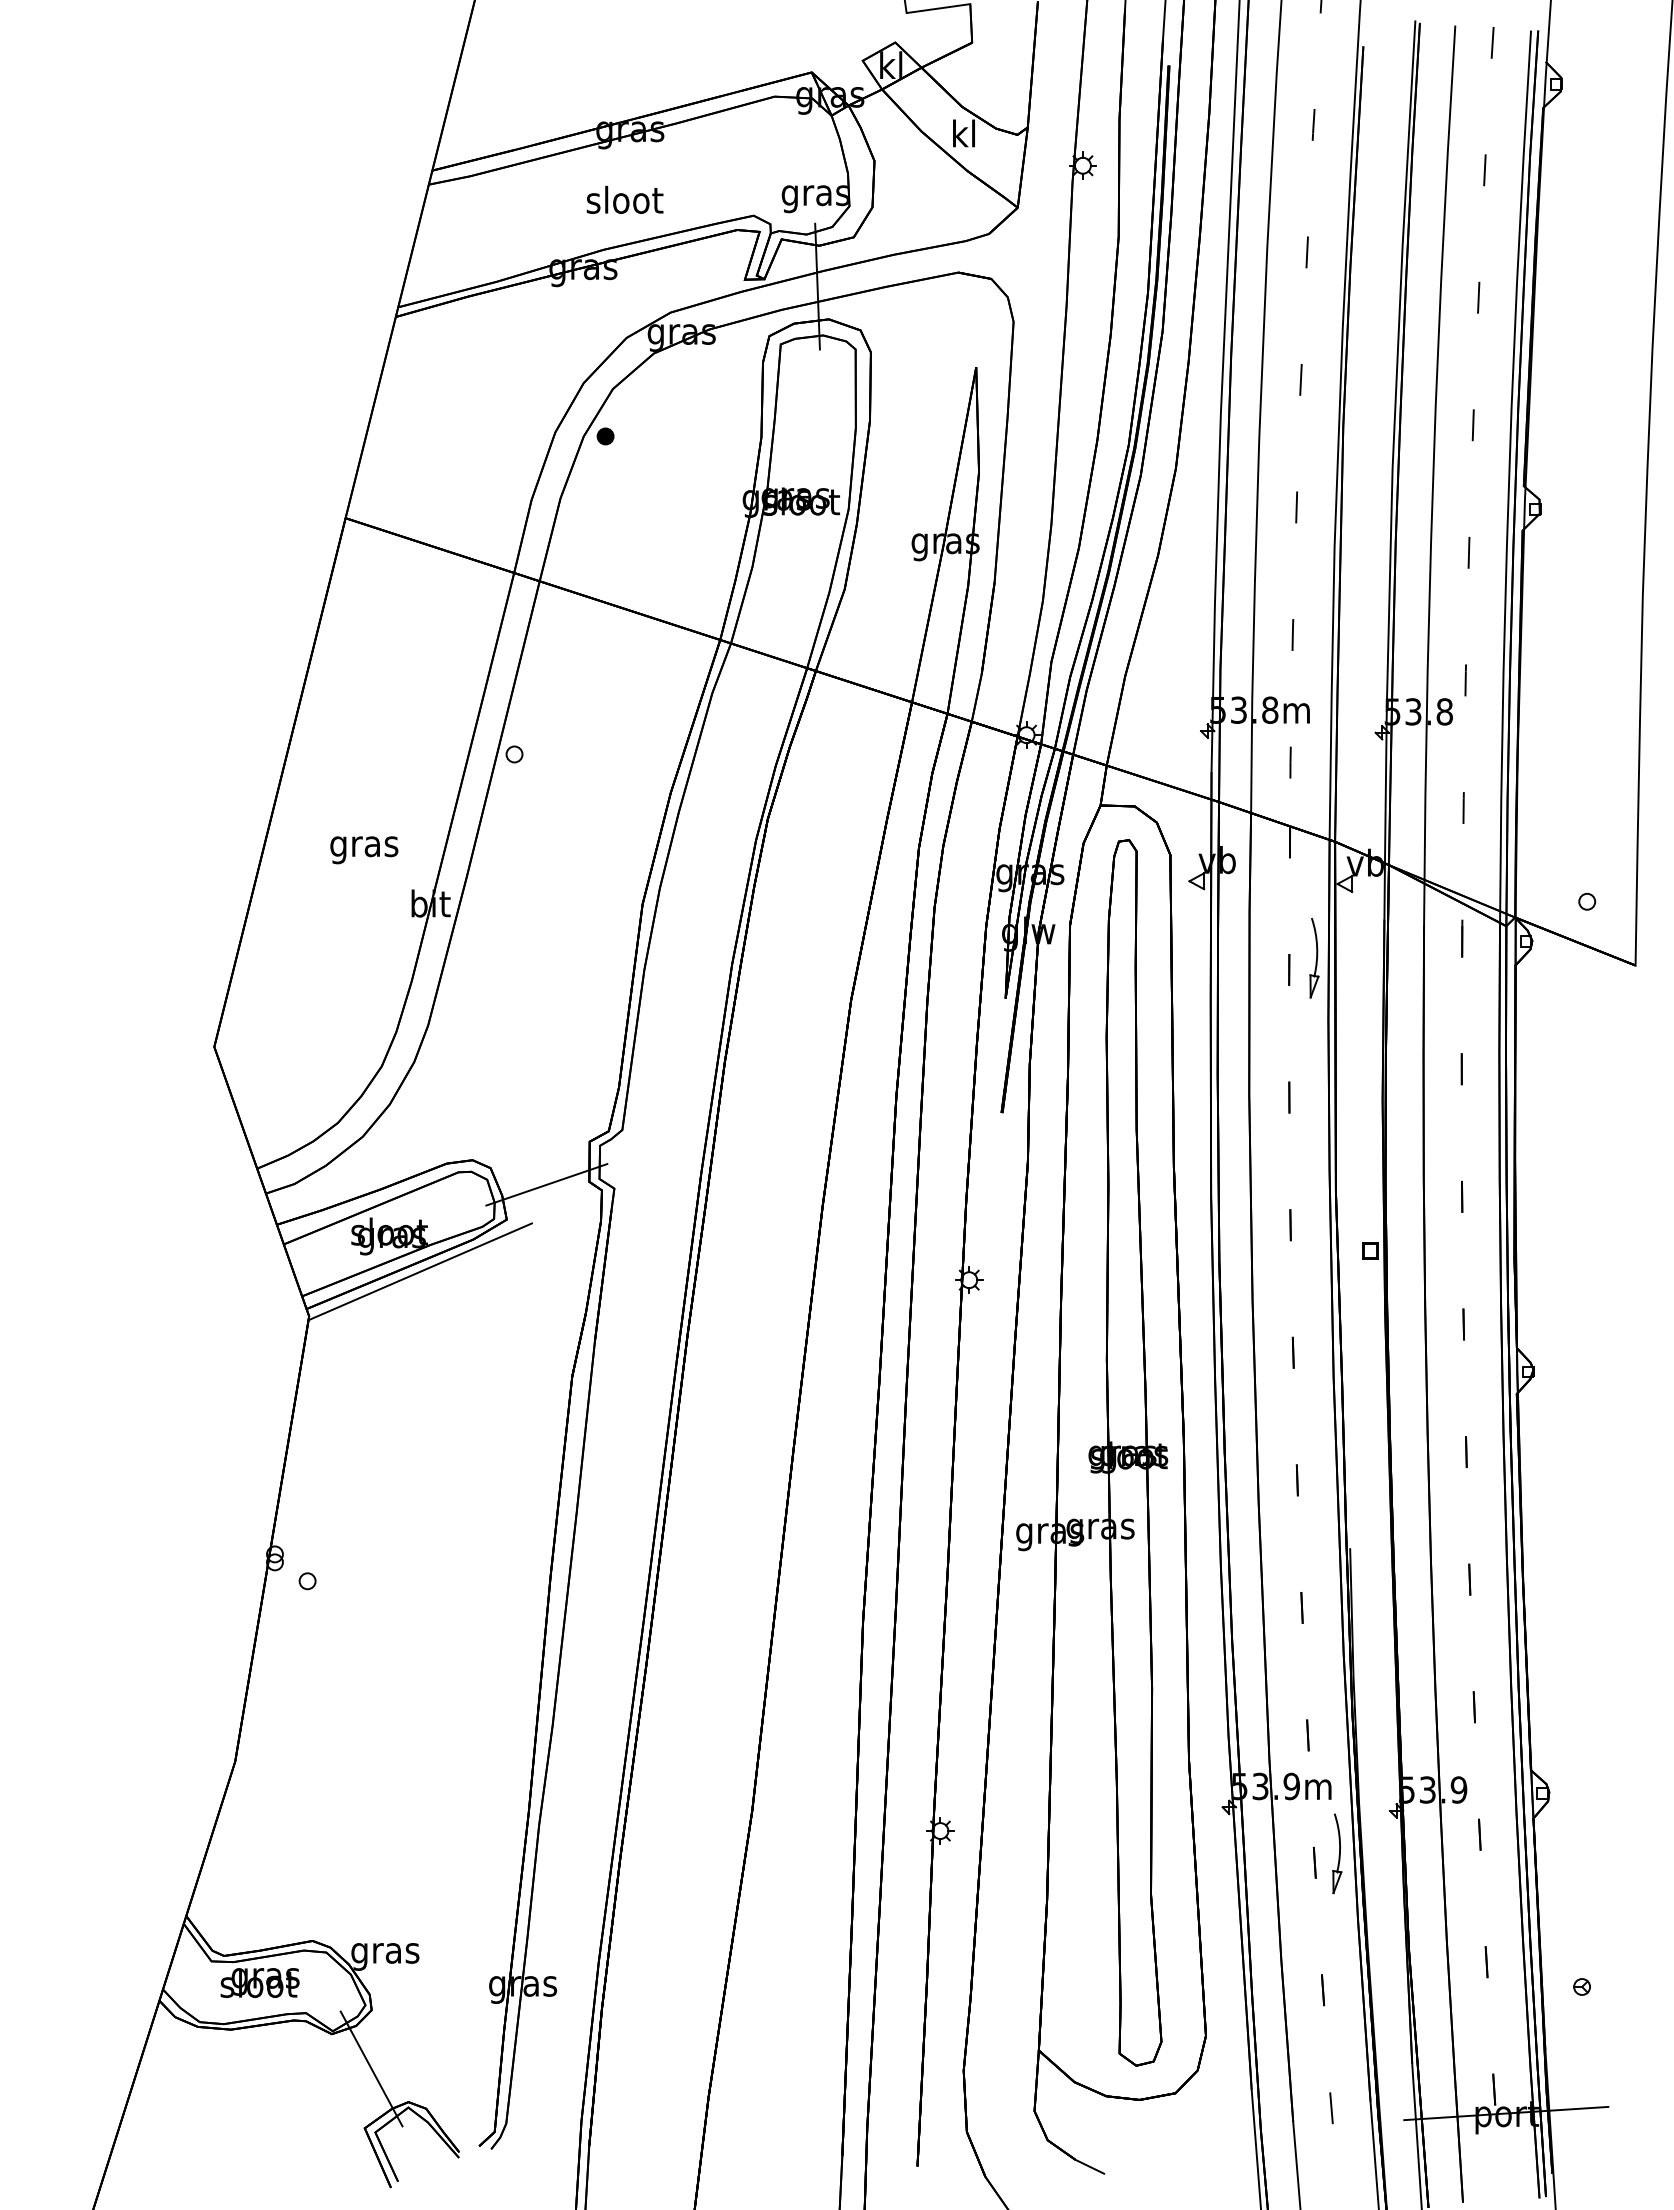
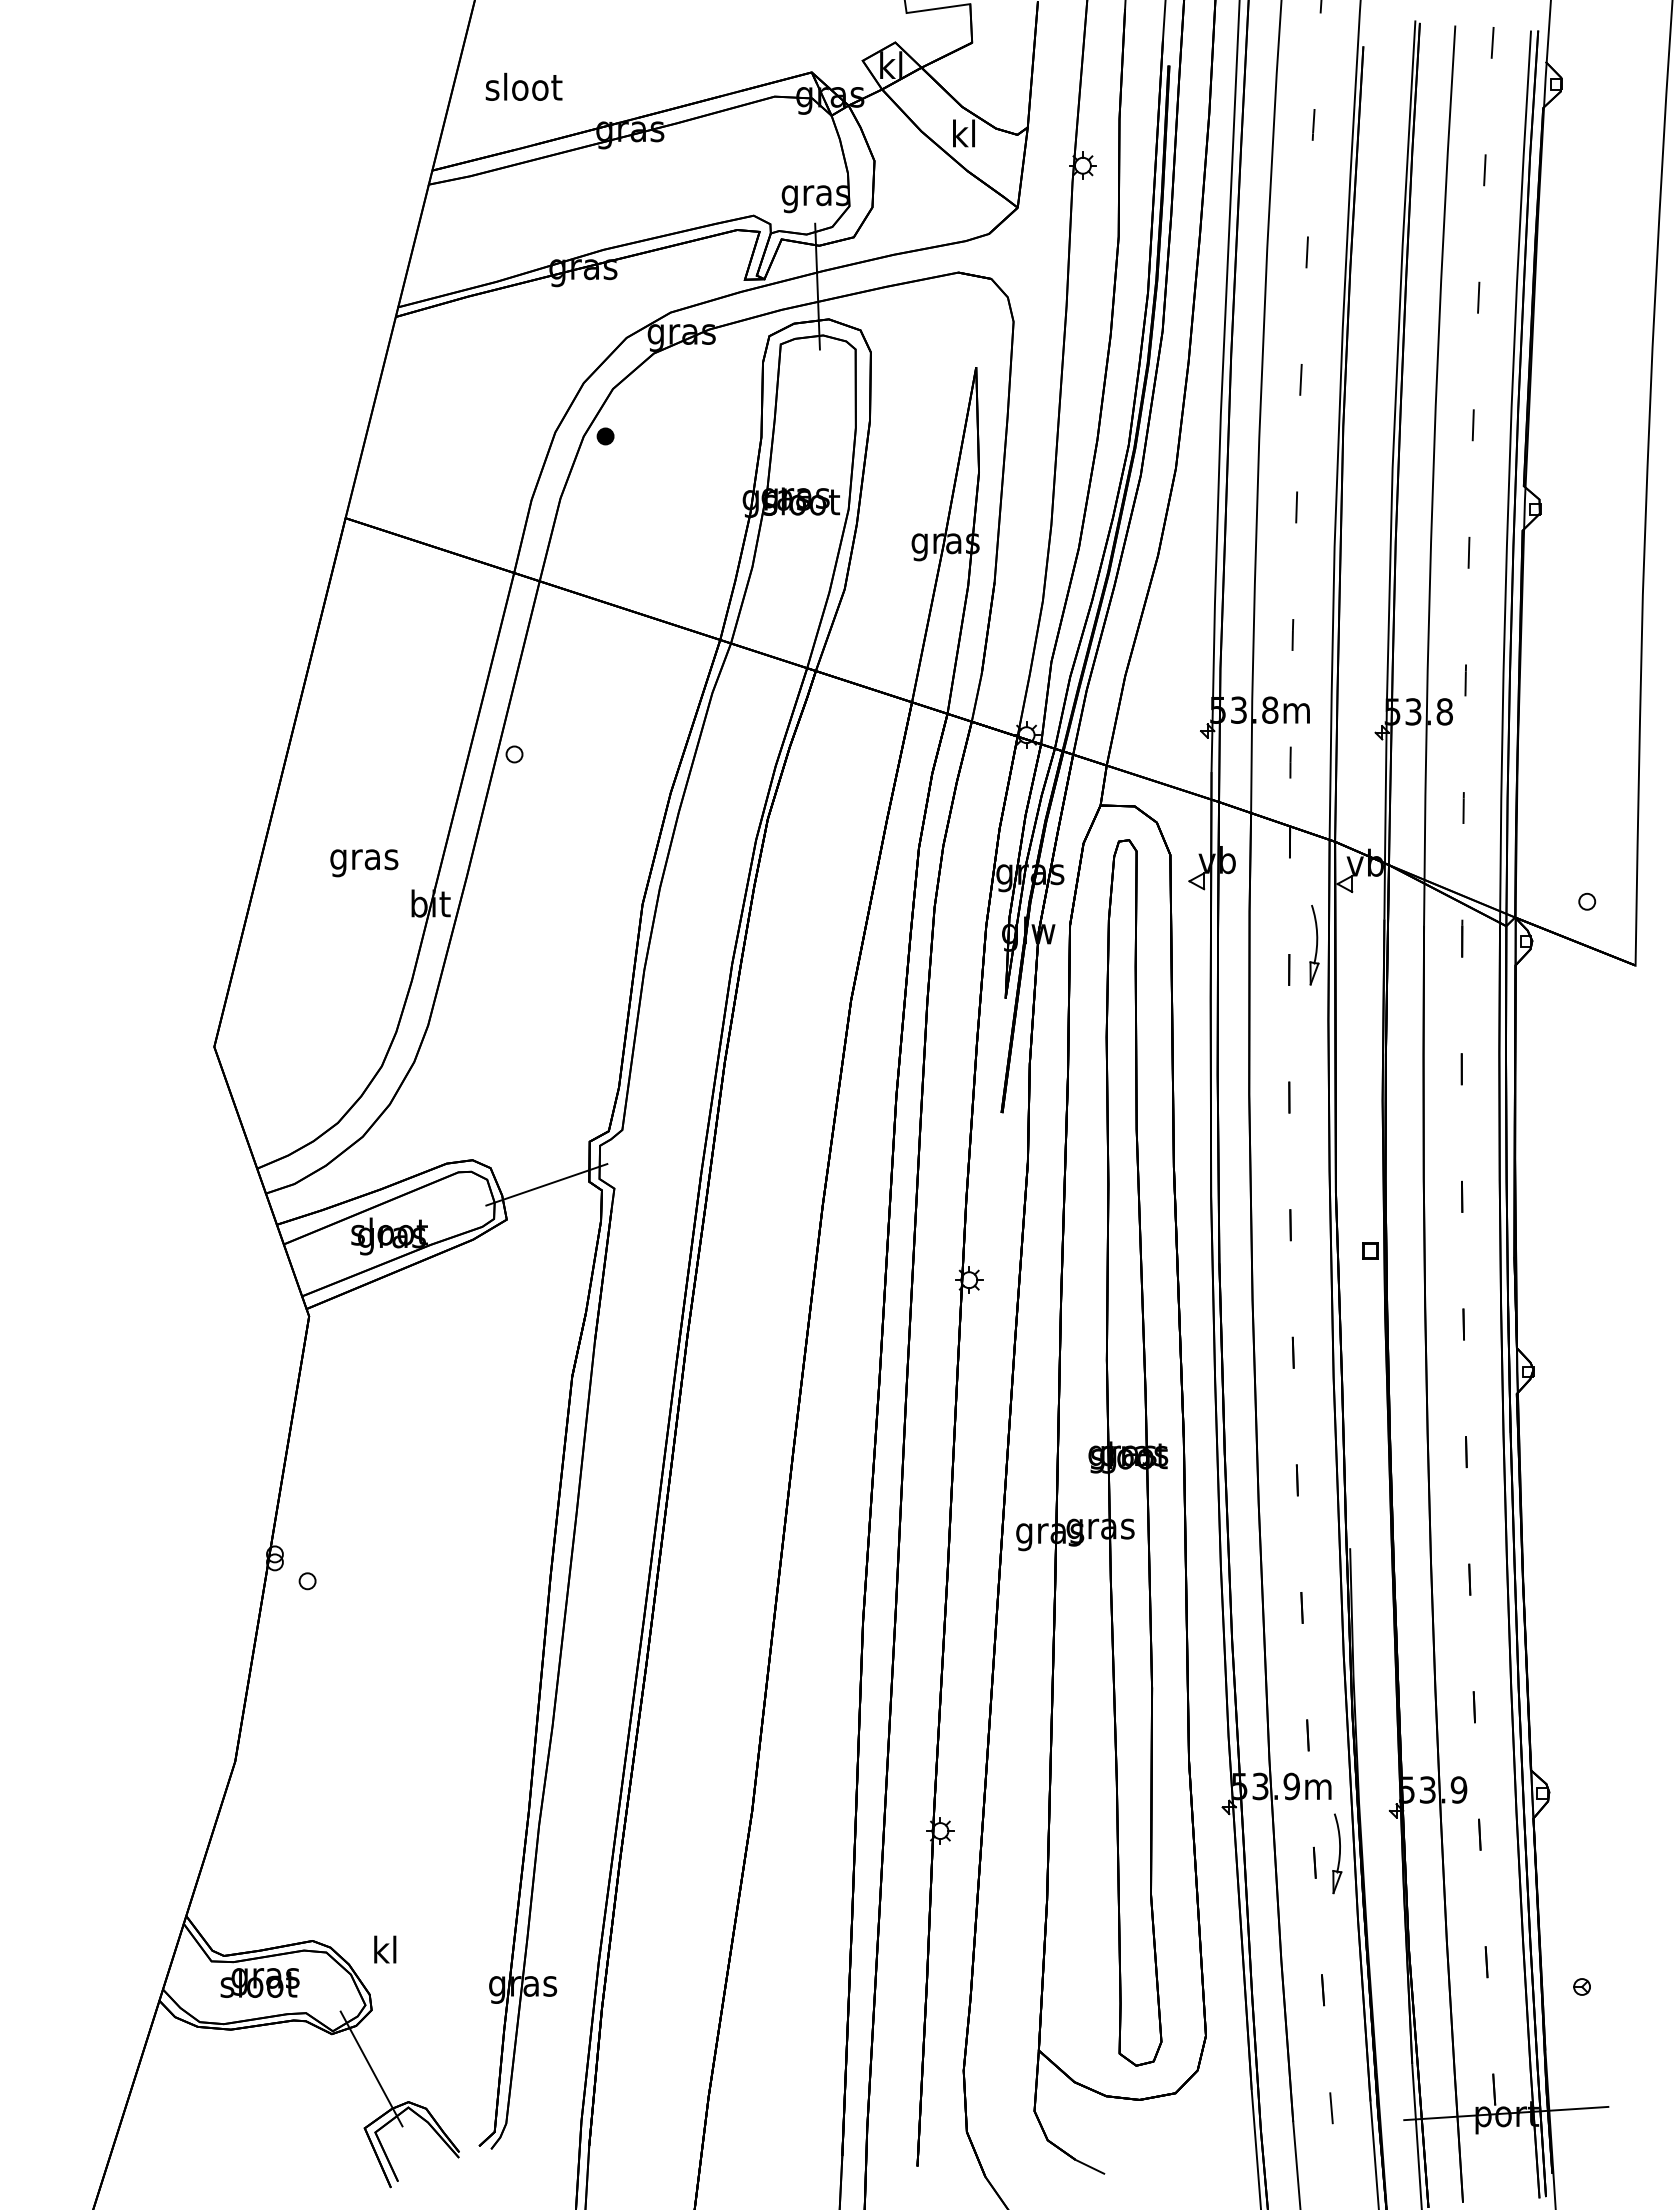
text at (624, 199) position: (624, 199) -> (523, 86)
text at (364, 850) position: (364, 850) -> (364, 863)
part at (1314, 958) position: (1314, 958) -> (1314, 945)
line at (419, 1271): present -> none
text at (385, 1952): gras -> kl
